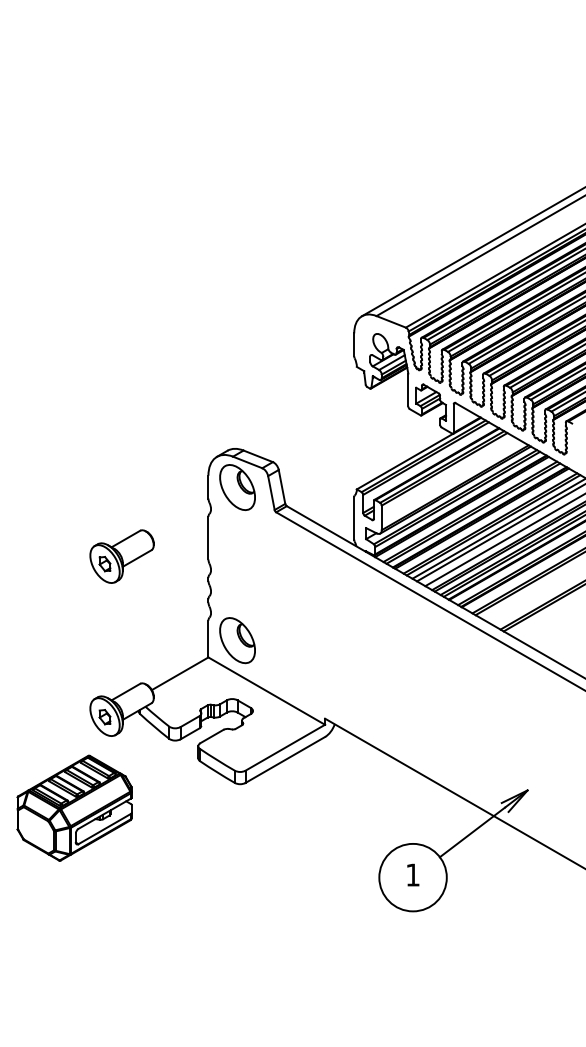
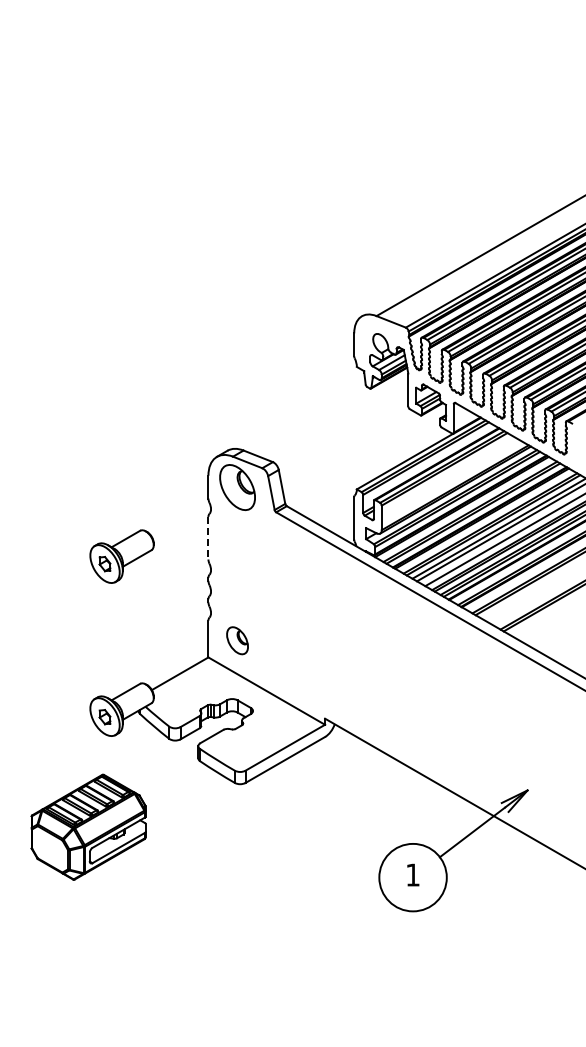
line at (472, 252): present -> none
line at (208, 538): solid -> dashed
part at (237, 640) size: 37x48 px -> 23x30 px
part at (74, 807) position: (74, 807) -> (88, 826)
